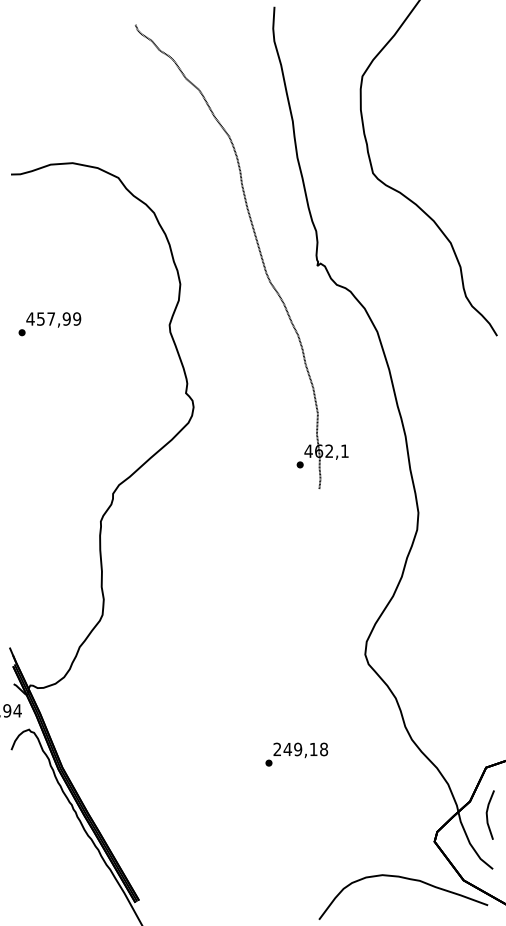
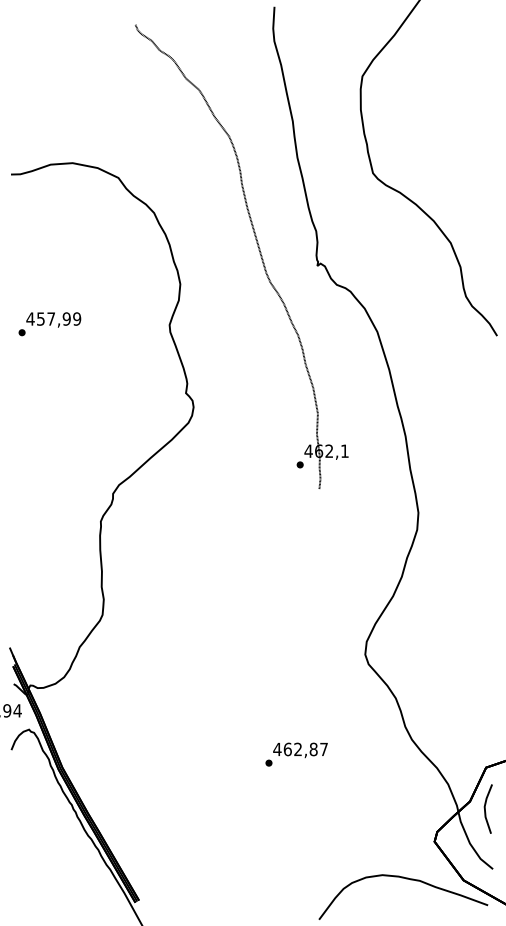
text at (300, 749): 249,18 -> 462,87
line at (487, 814) position: (487, 814) -> (485, 808)
